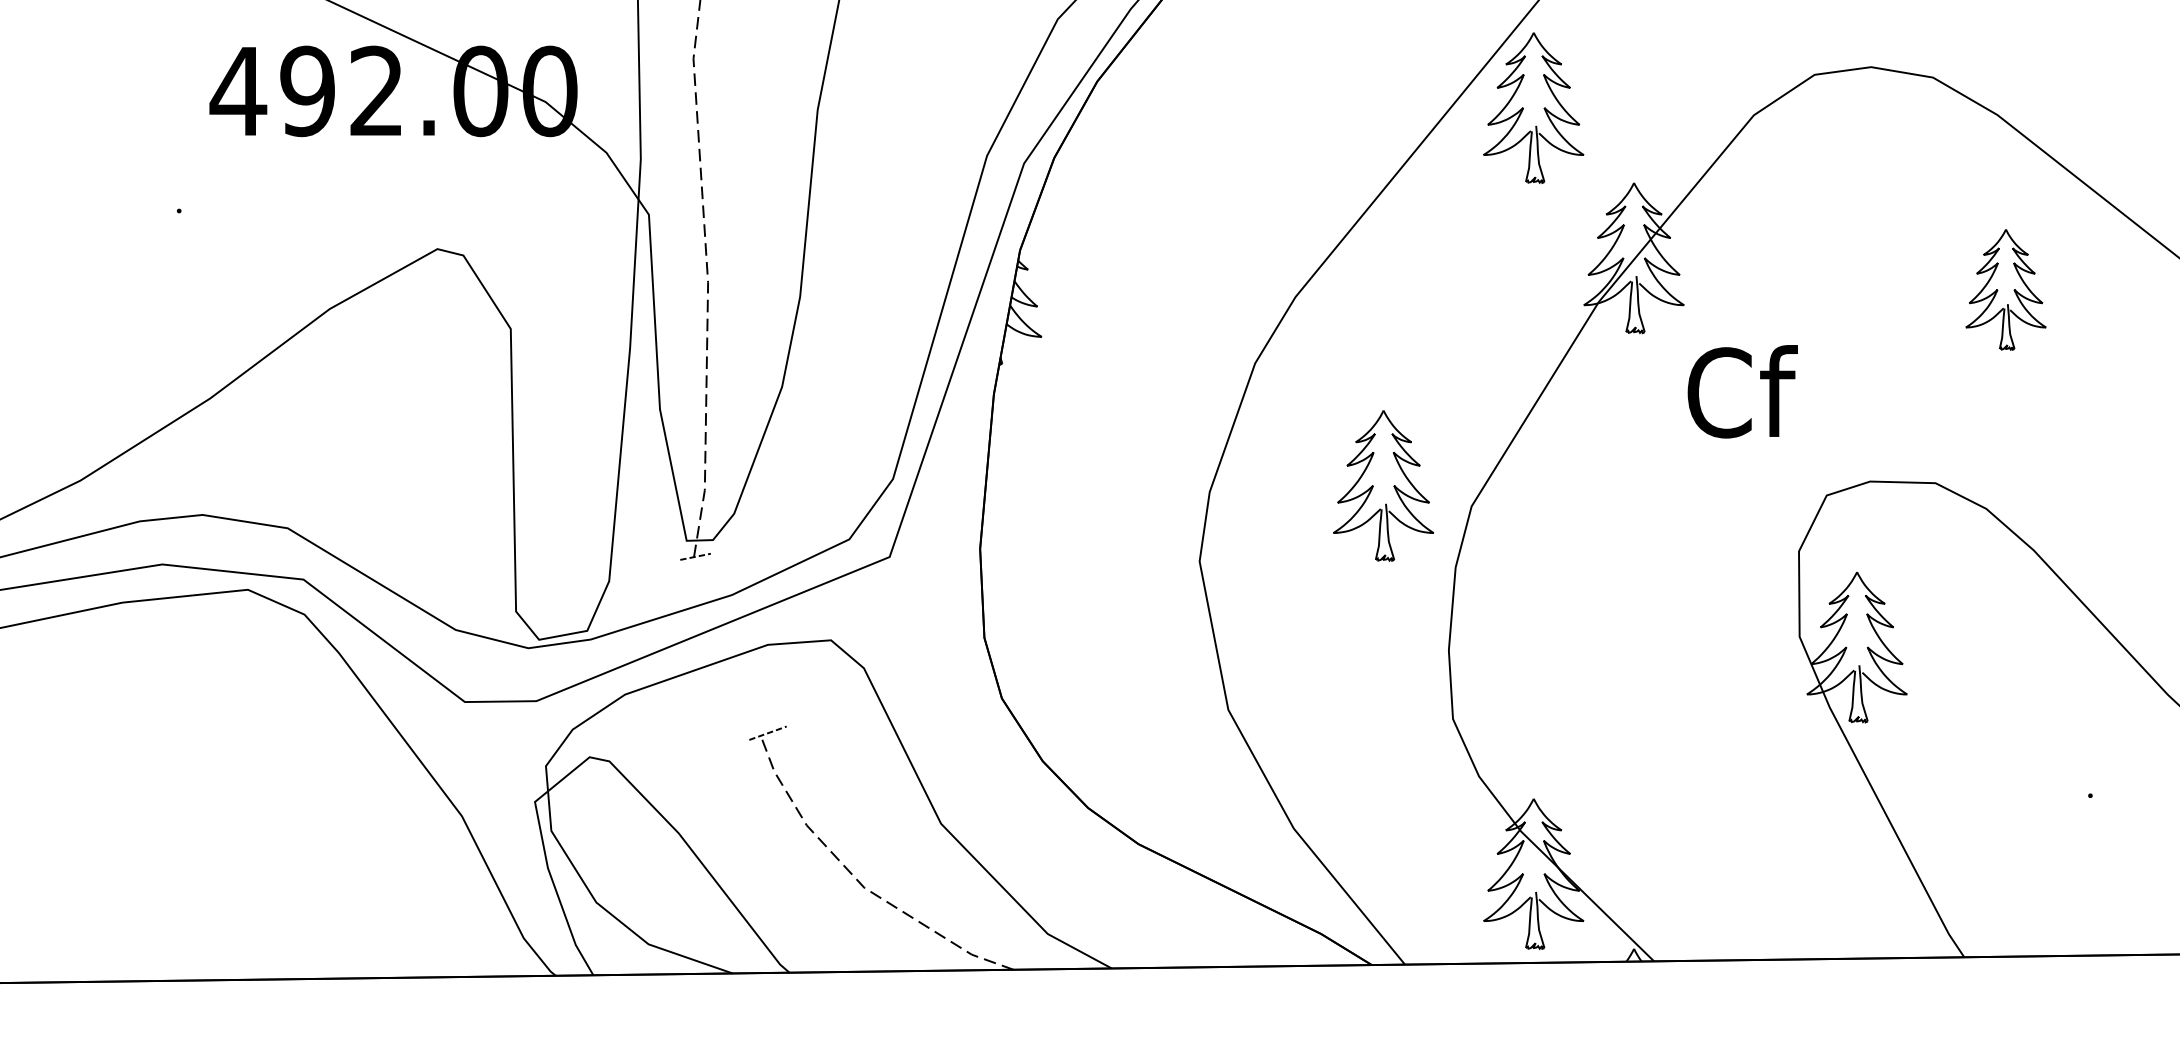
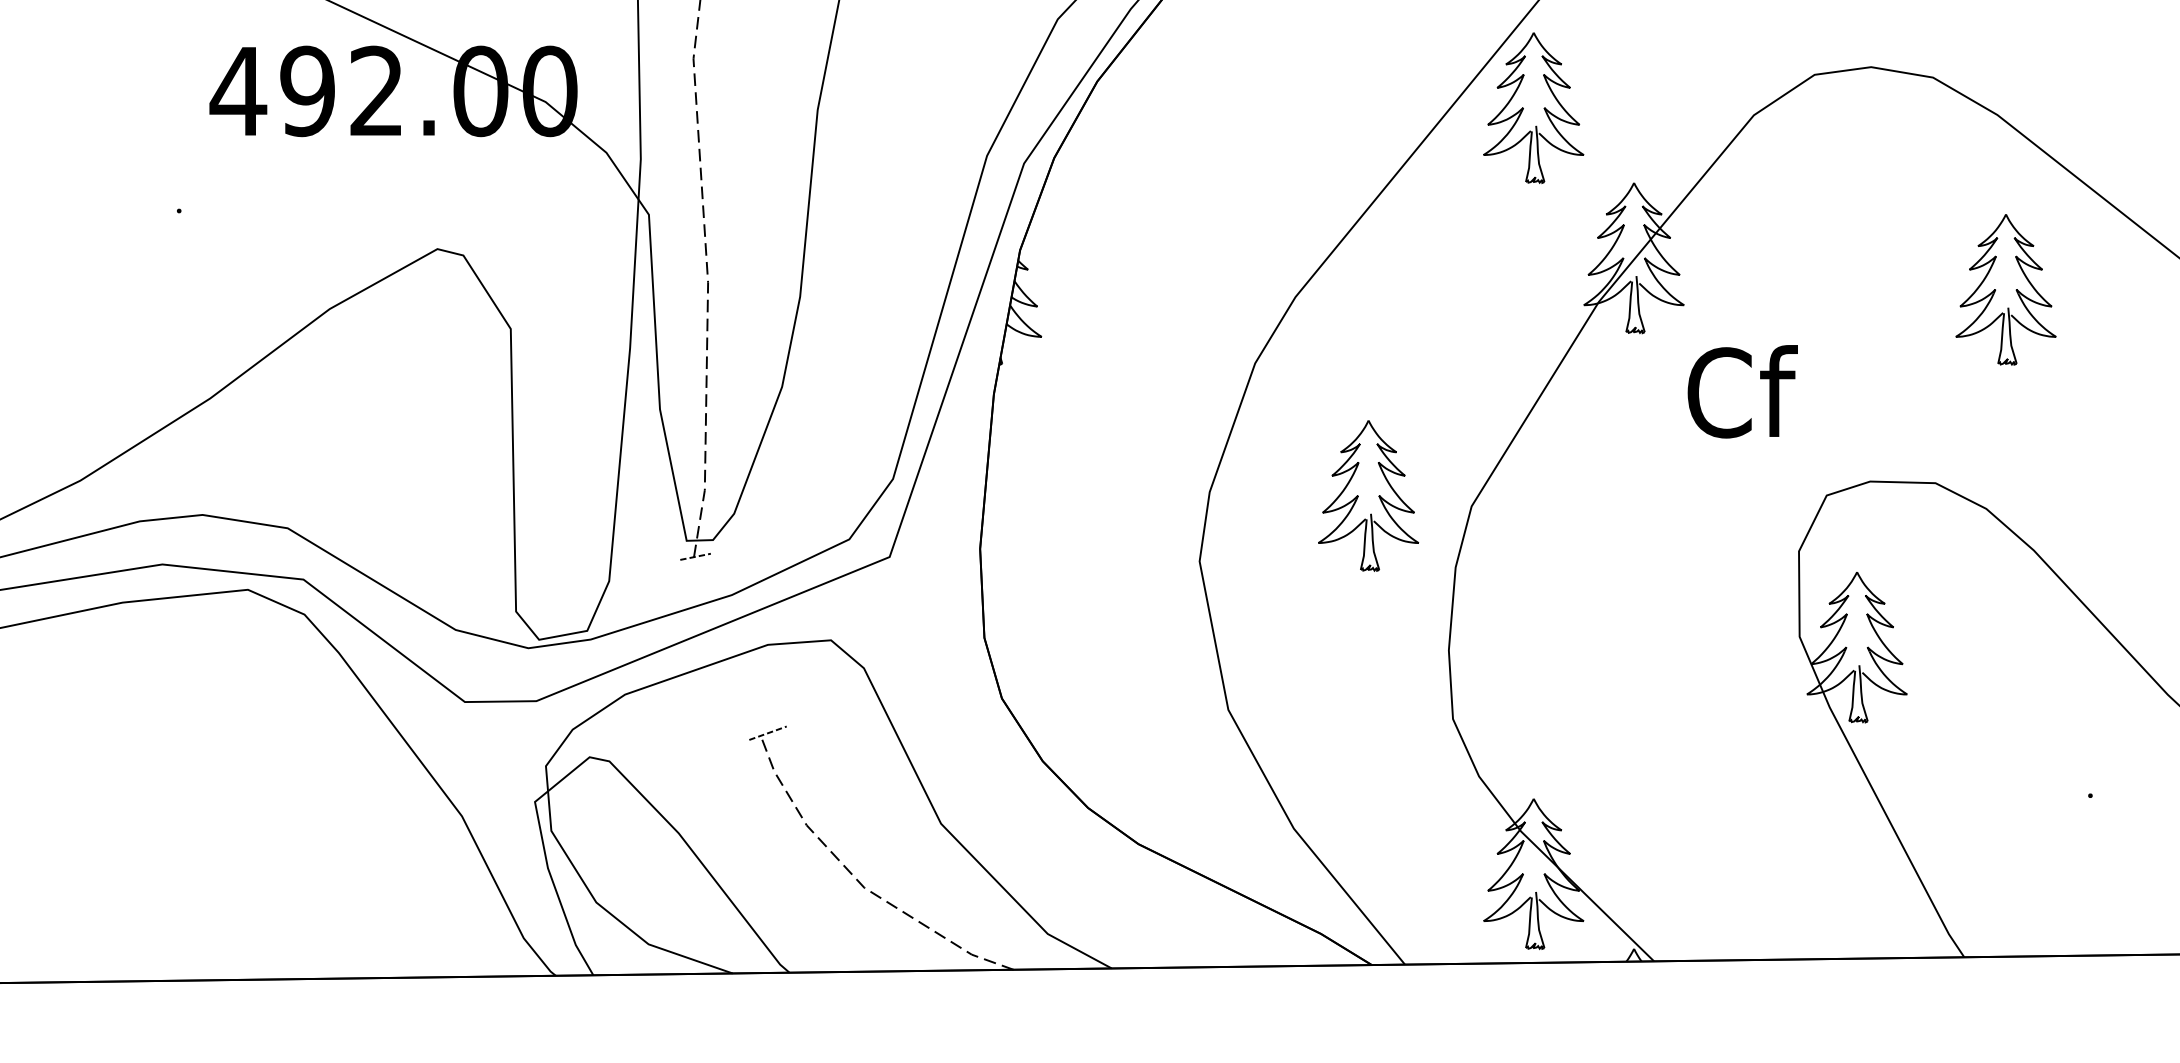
part at (2005, 289) size: 82x122 px -> 102x152 px
part at (1383, 485) position: (1383, 485) -> (1368, 495)
